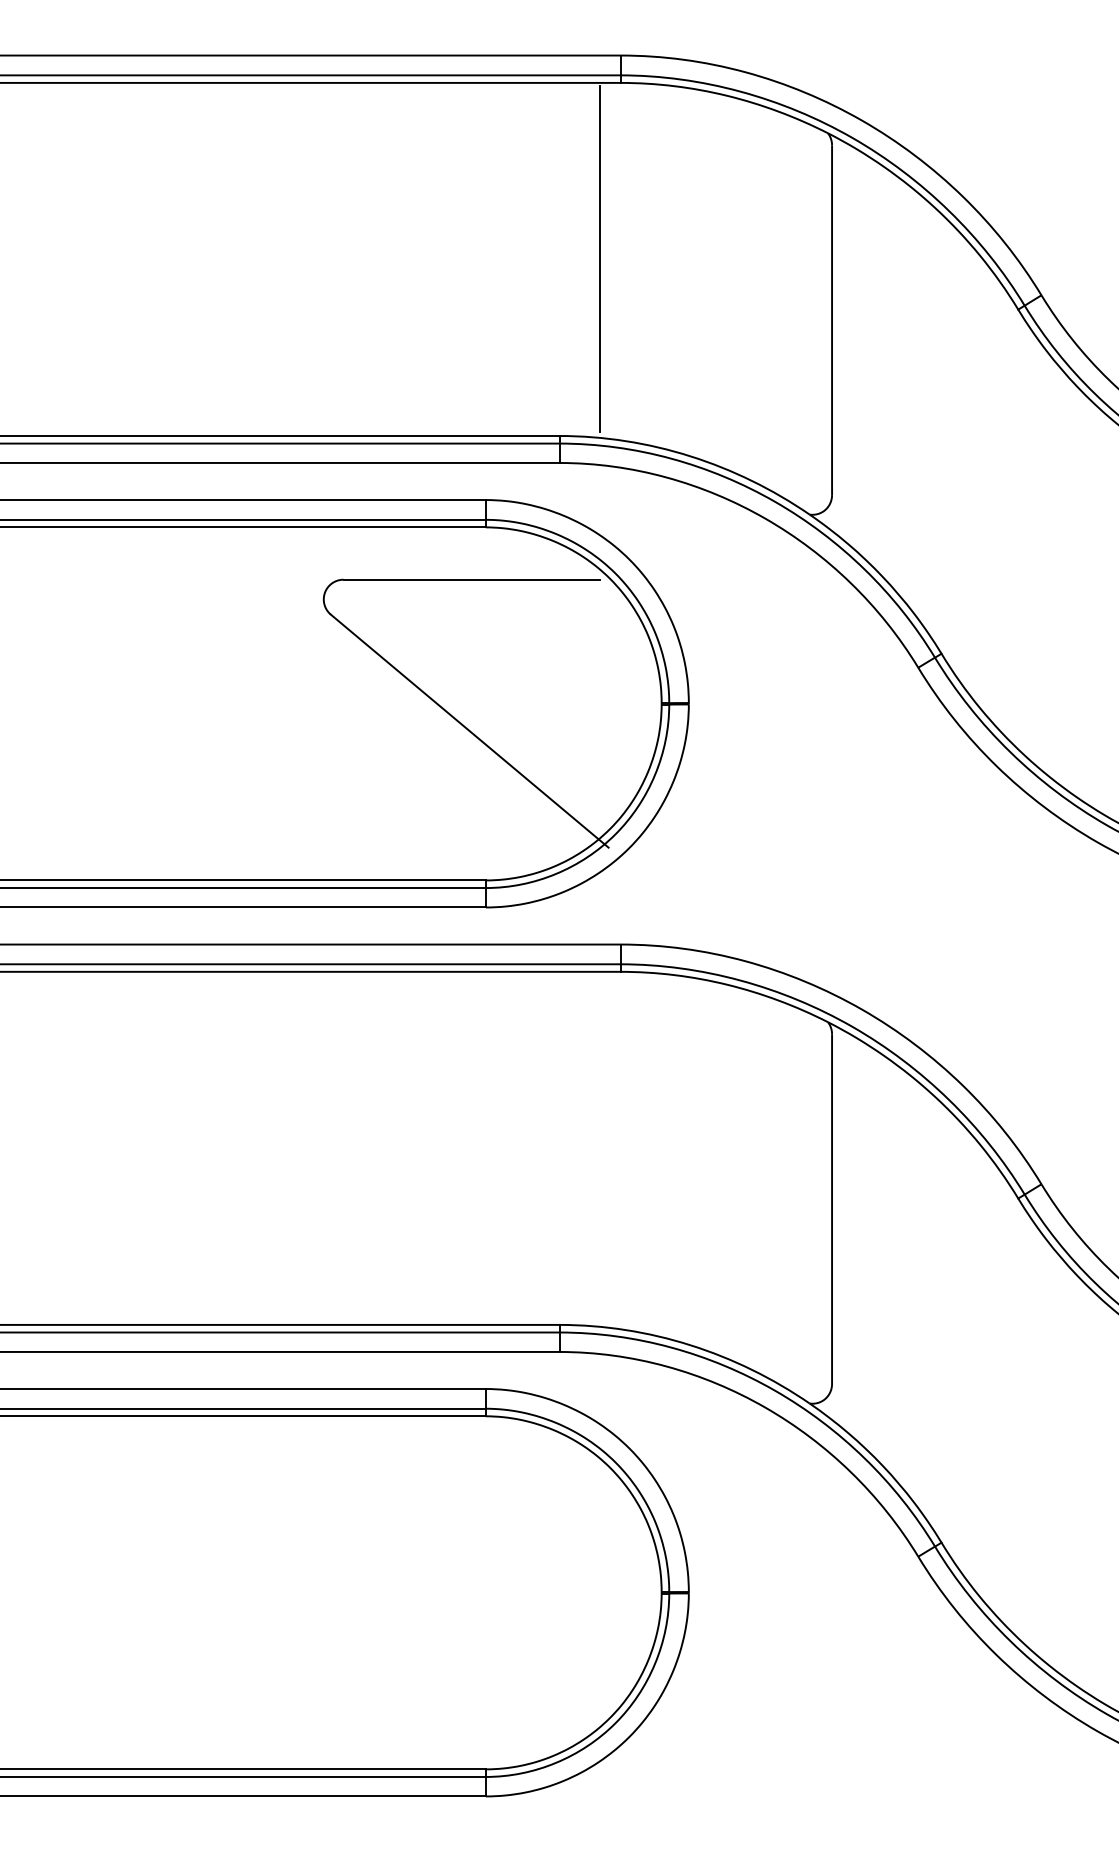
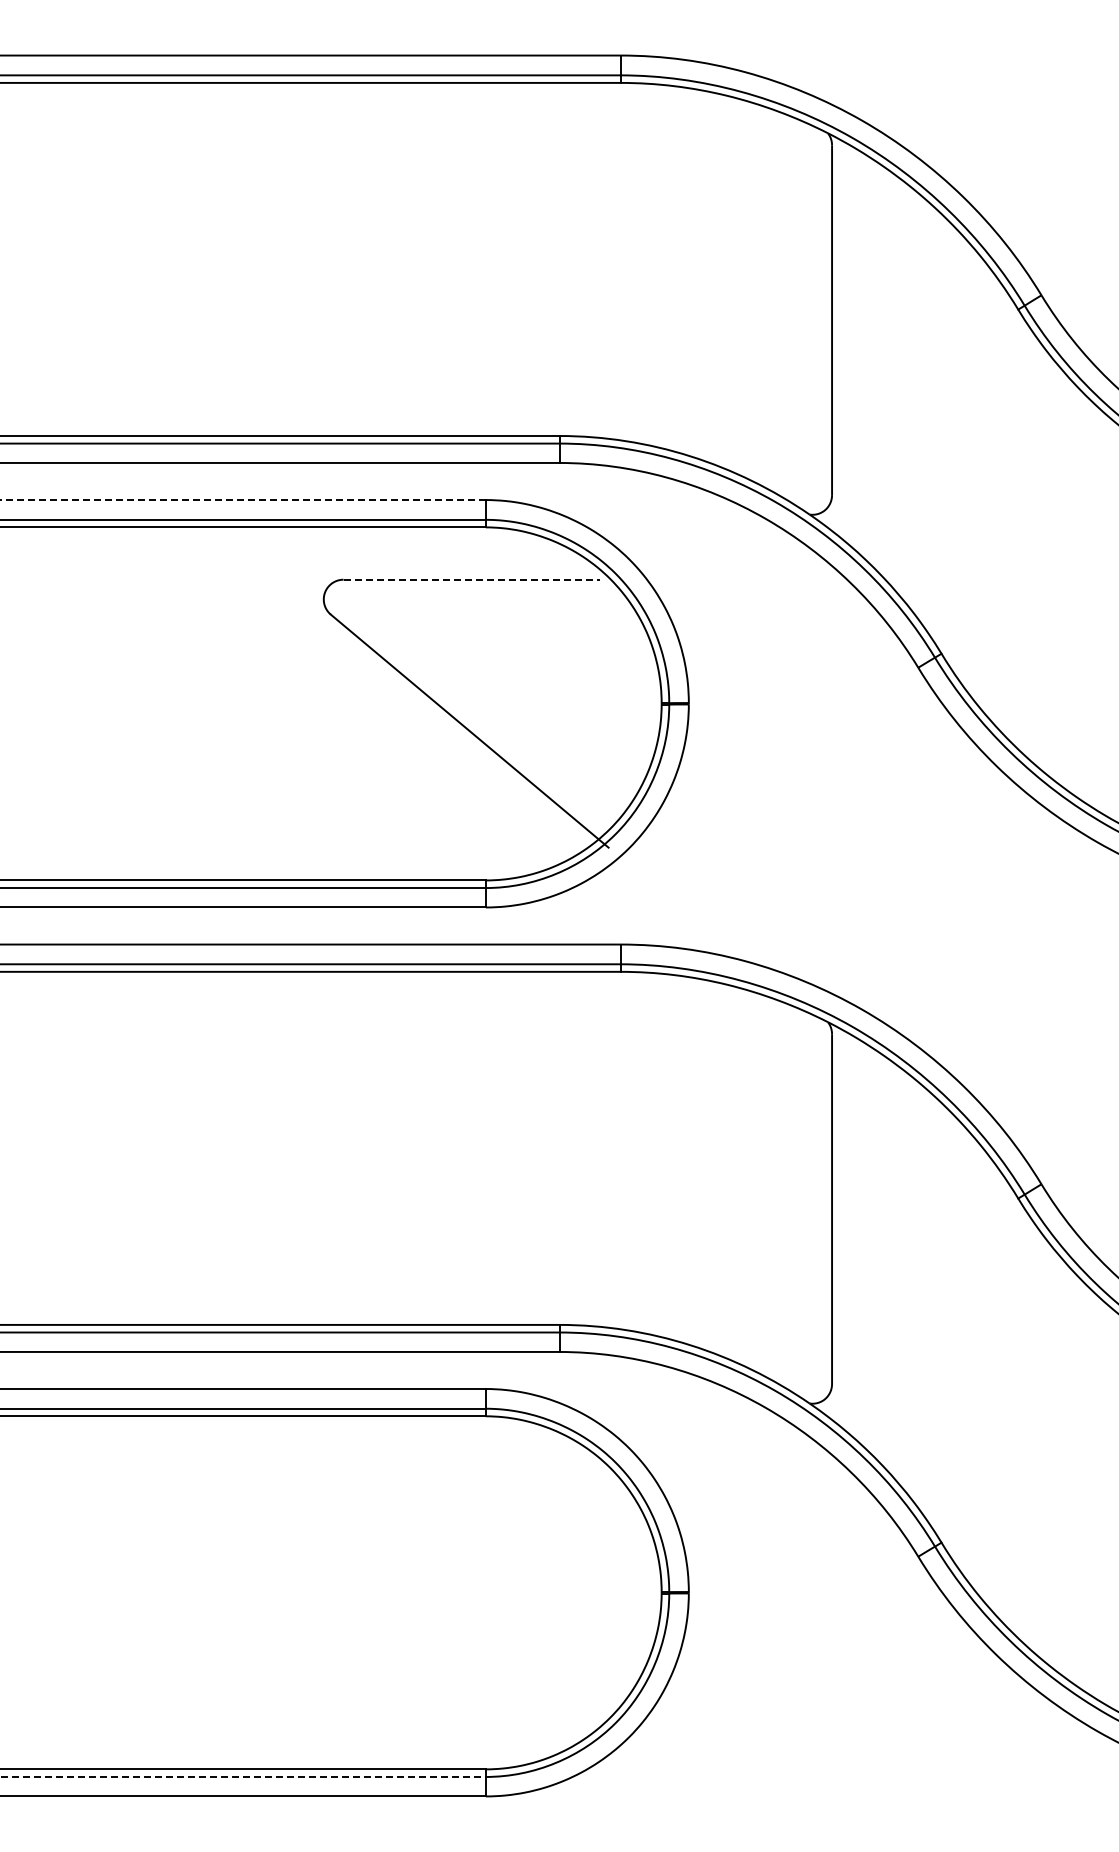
line at (600, 259): present -> none
line at (242, 500): solid -> dashed
line at (472, 579): solid -> dashed
line at (243, 1776): solid -> dashed
